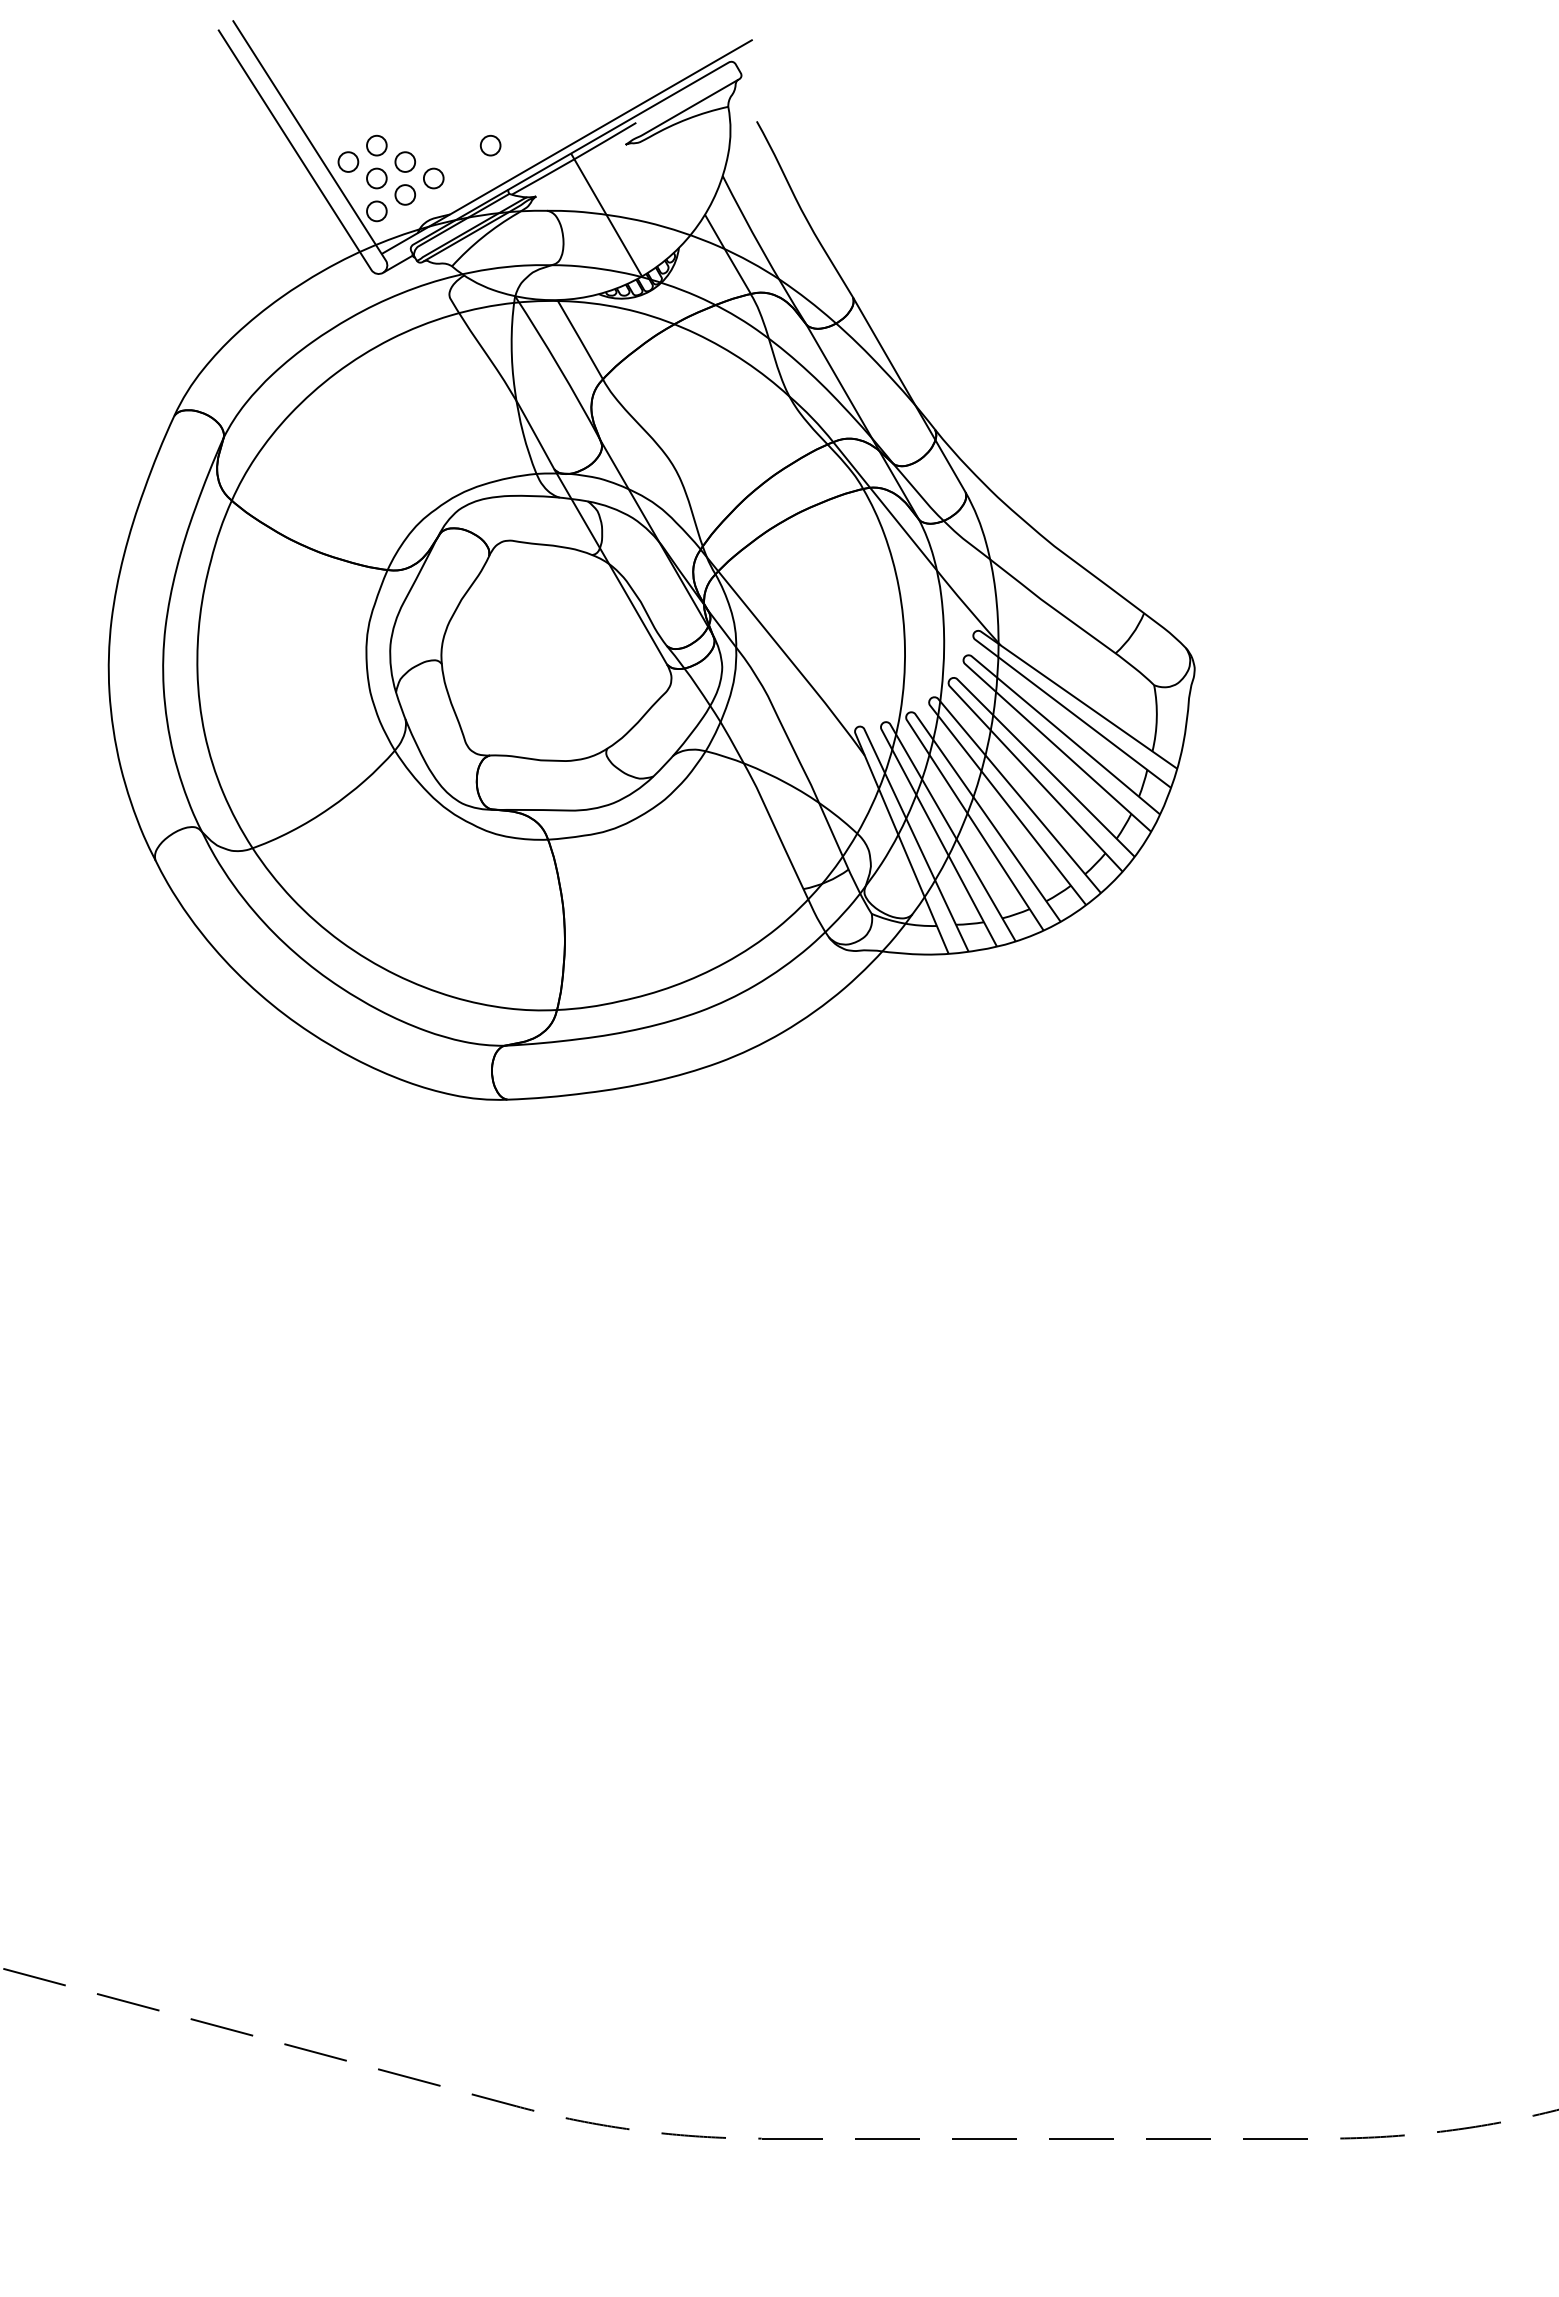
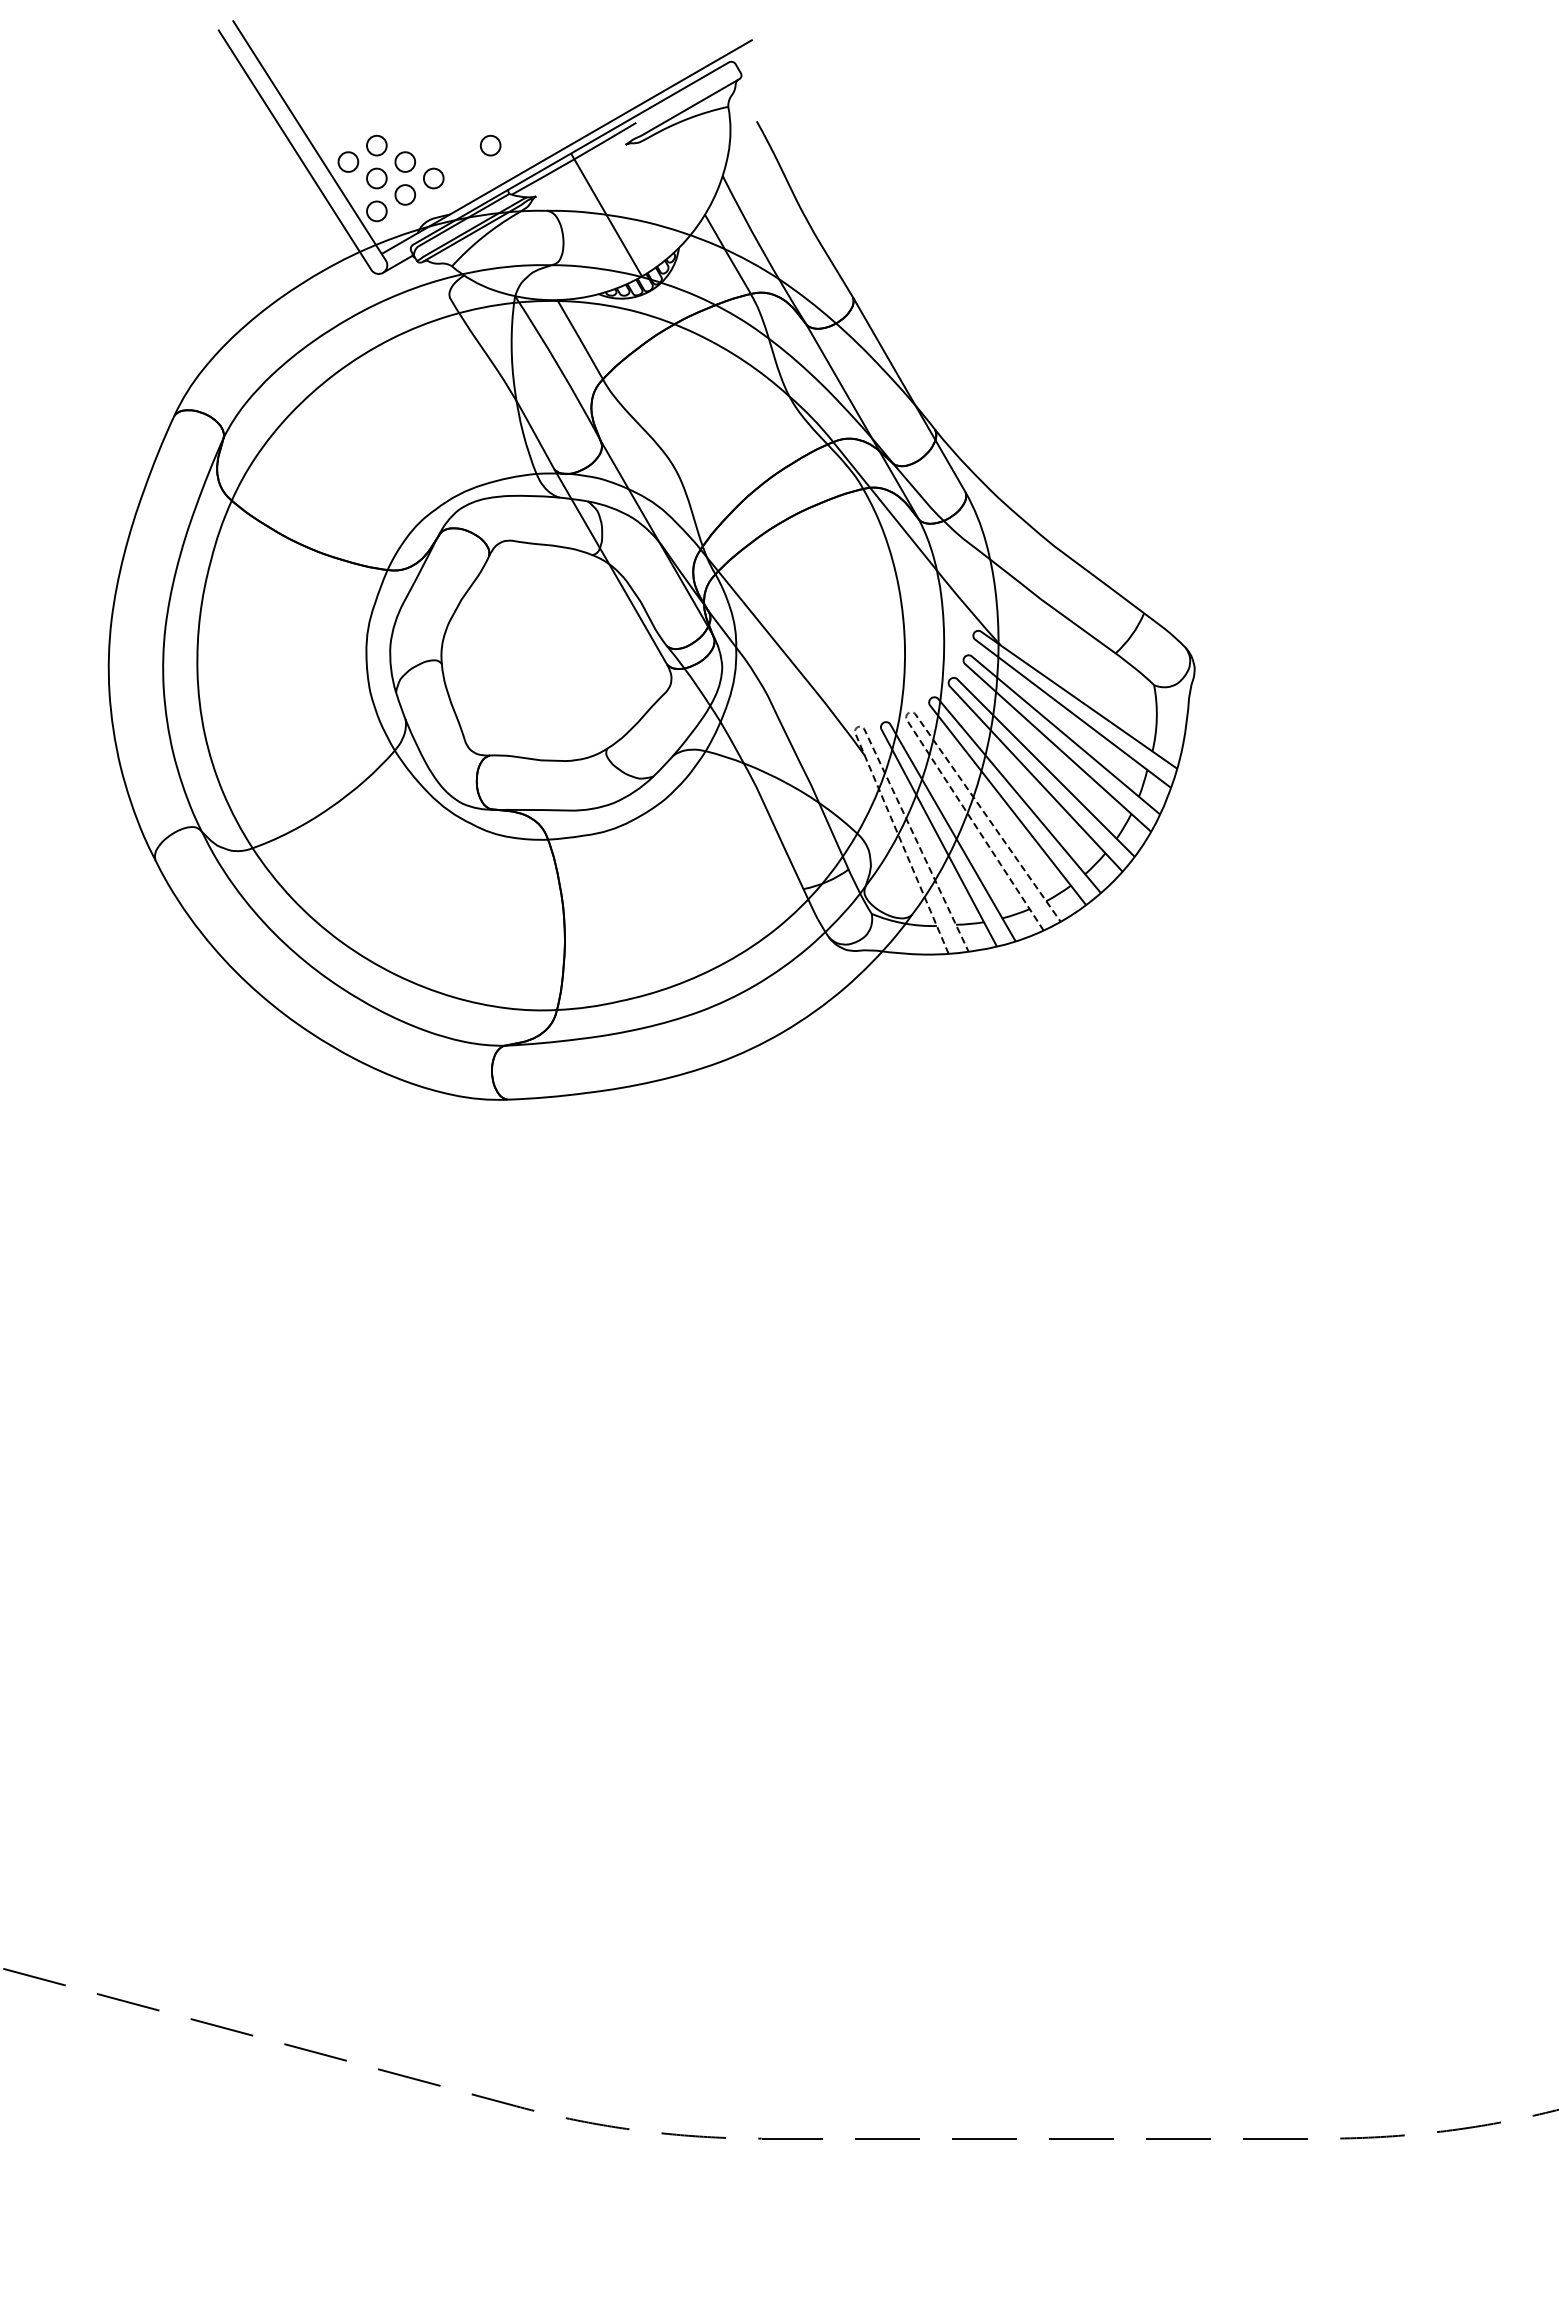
line at (909, 712): solid -> dashed
line at (859, 726): solid -> dashed
